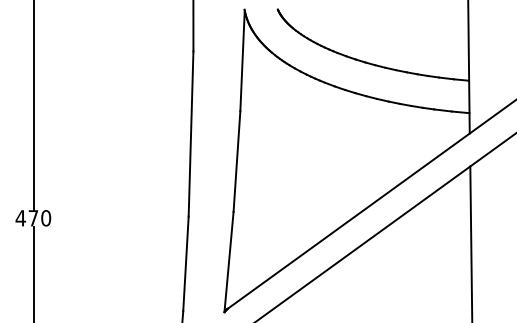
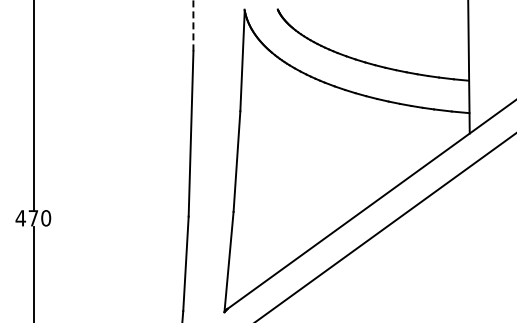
line at (193, 25): solid -> dashed
line at (471, 242): present -> none
